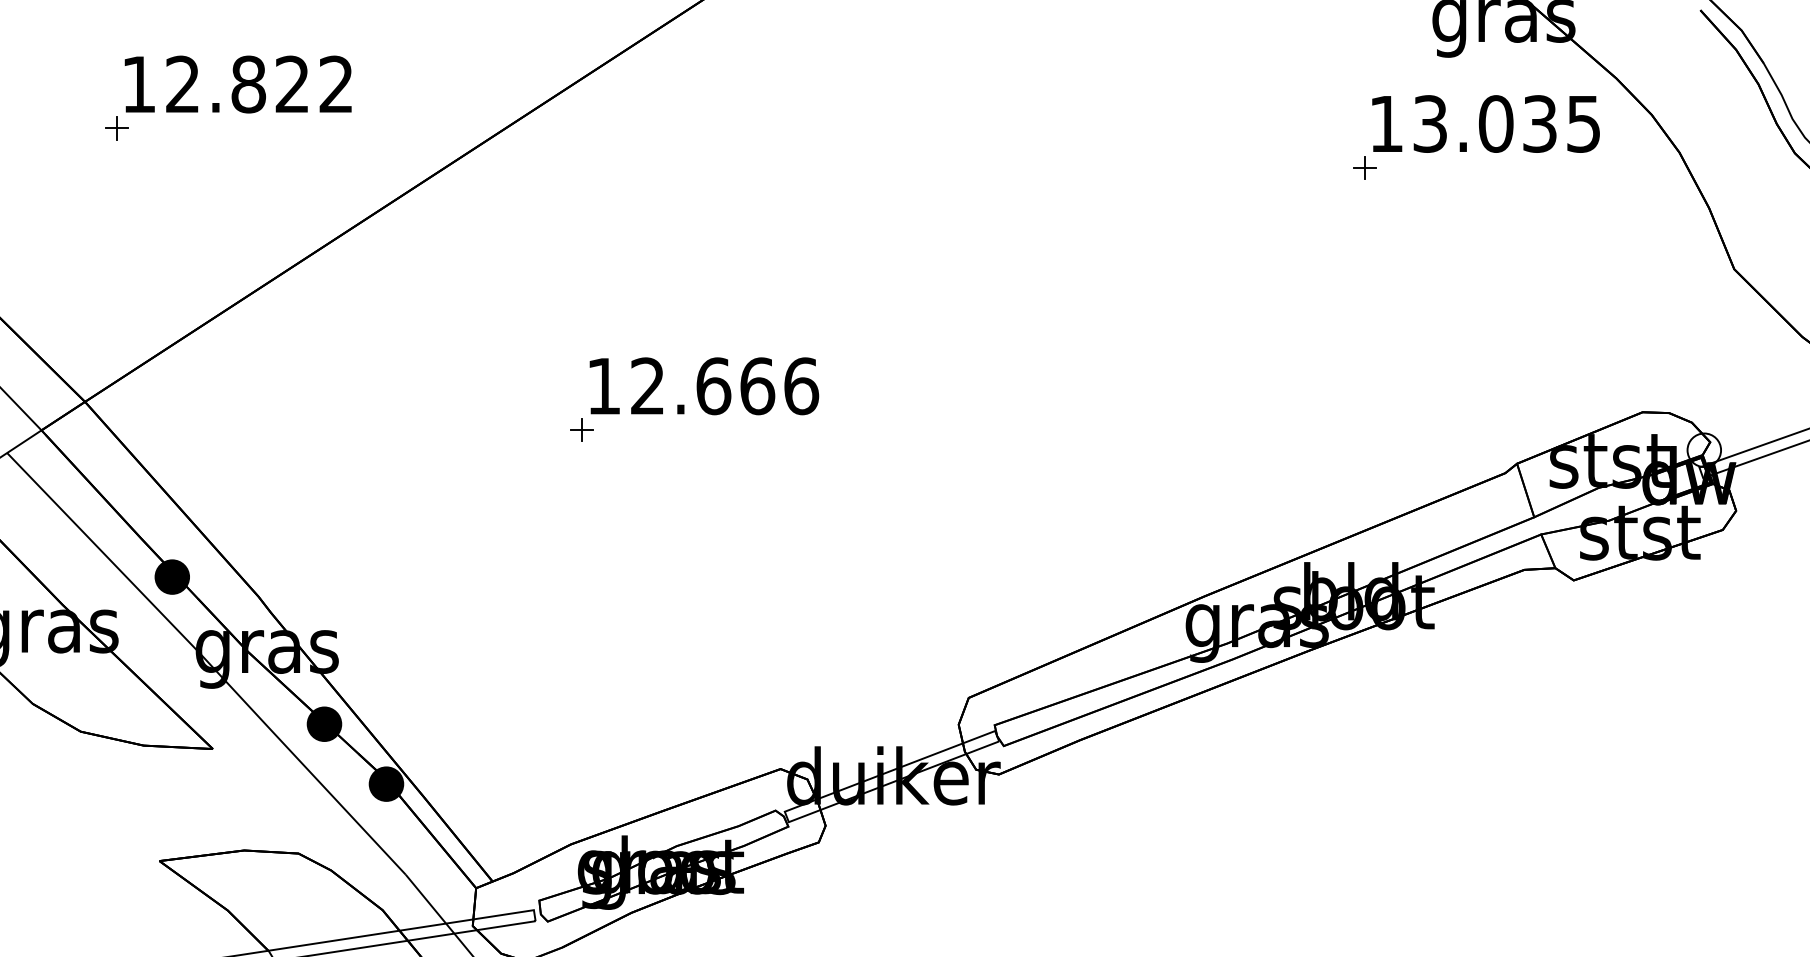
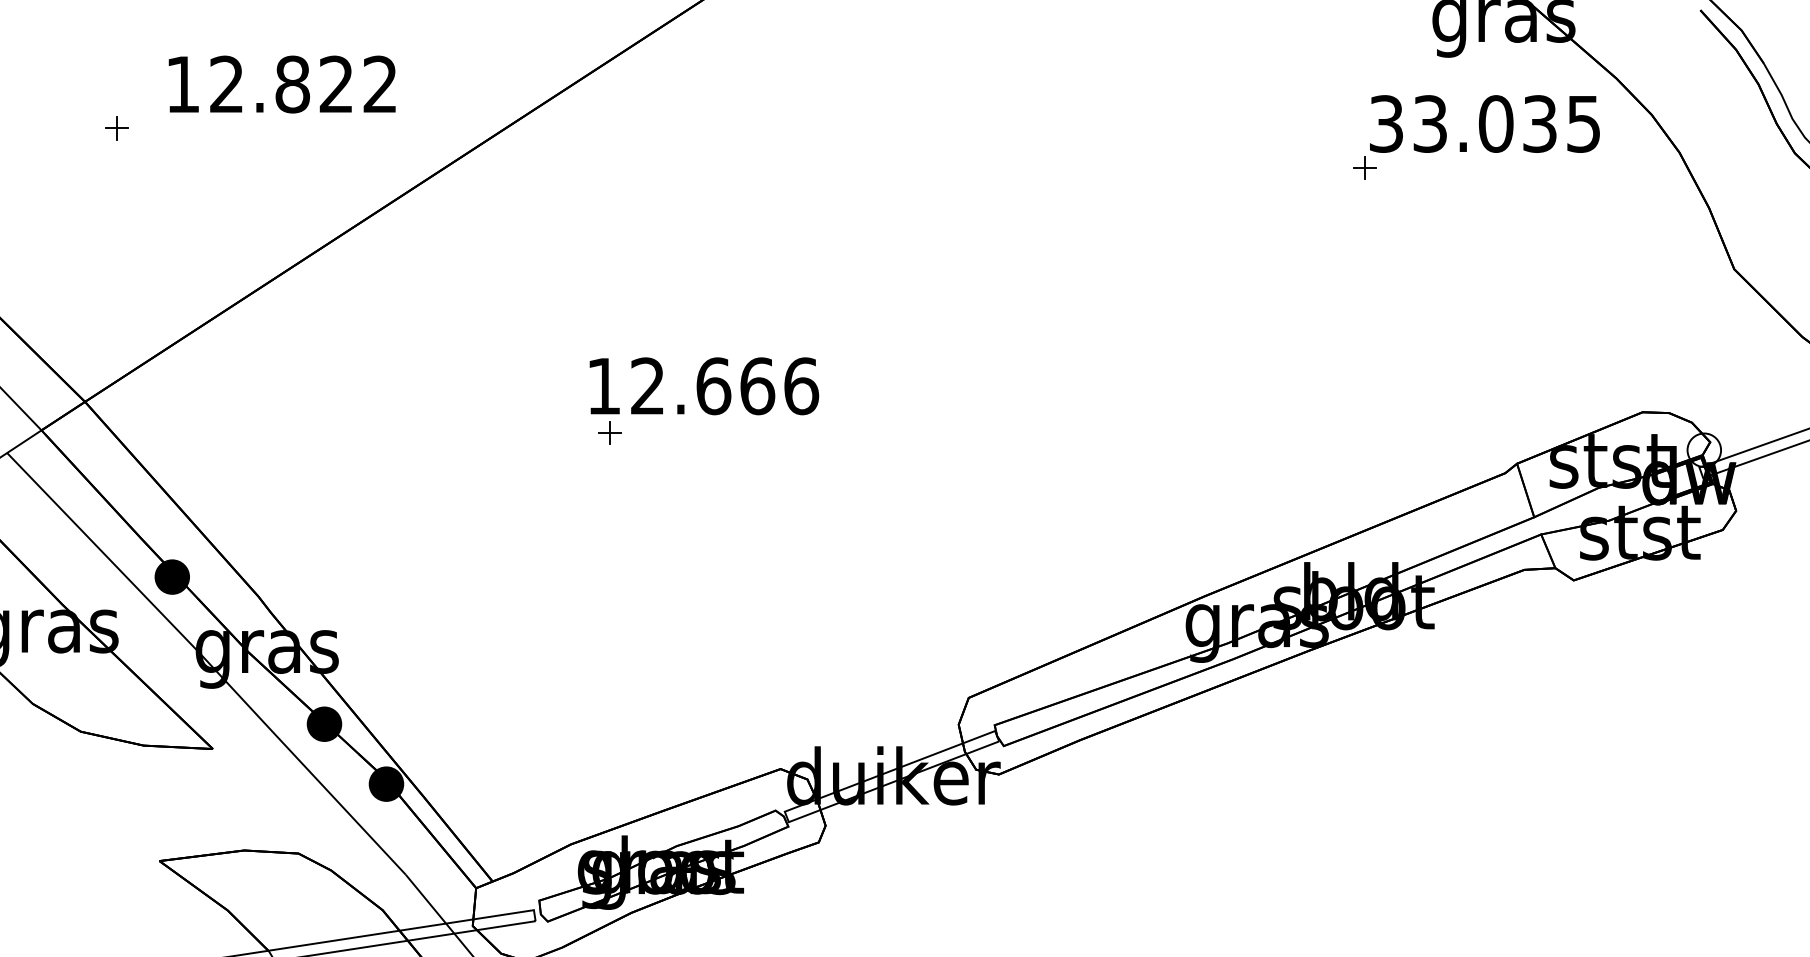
text at (237, 84) position: (237, 84) -> (281, 84)
text at (1386, 123): 13.035 -> 33.035
part at (581, 429) position: (581, 429) -> (609, 432)
